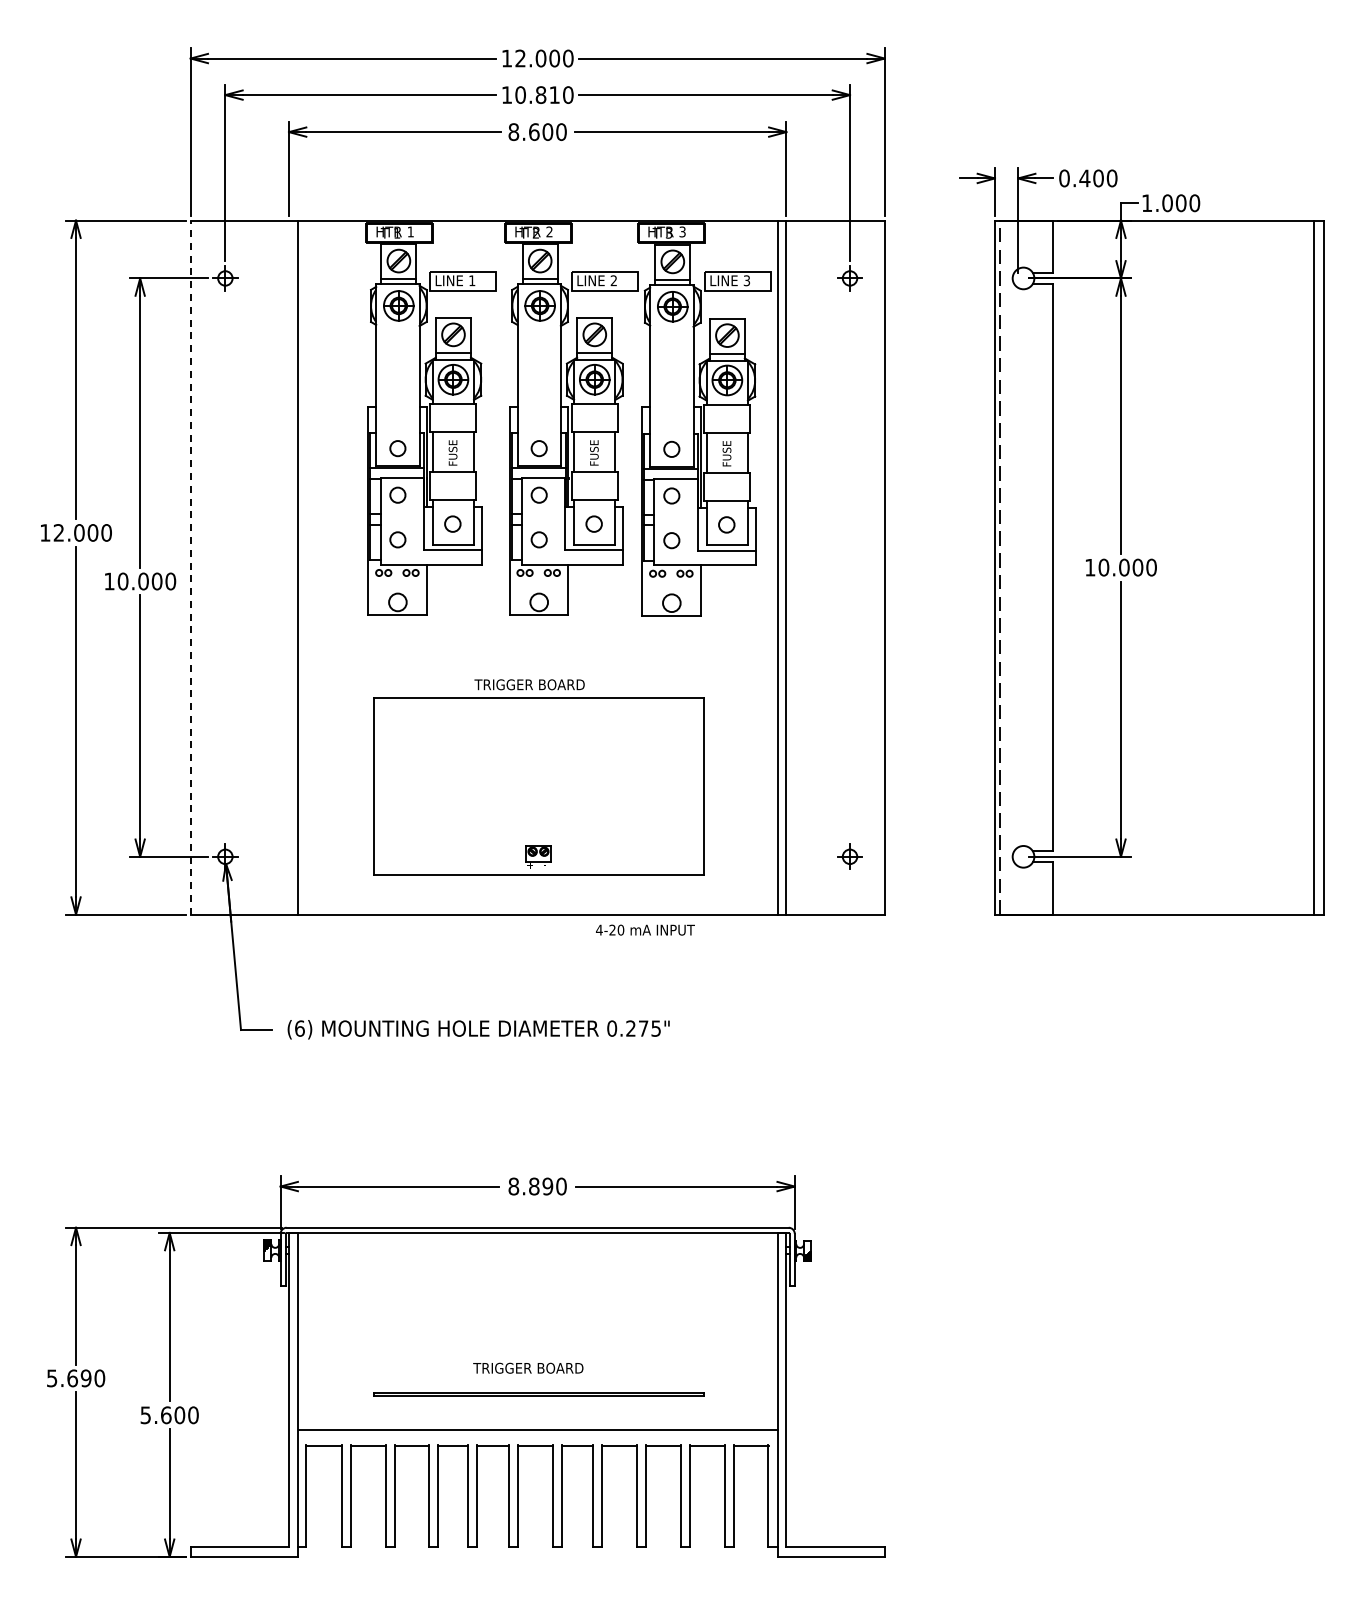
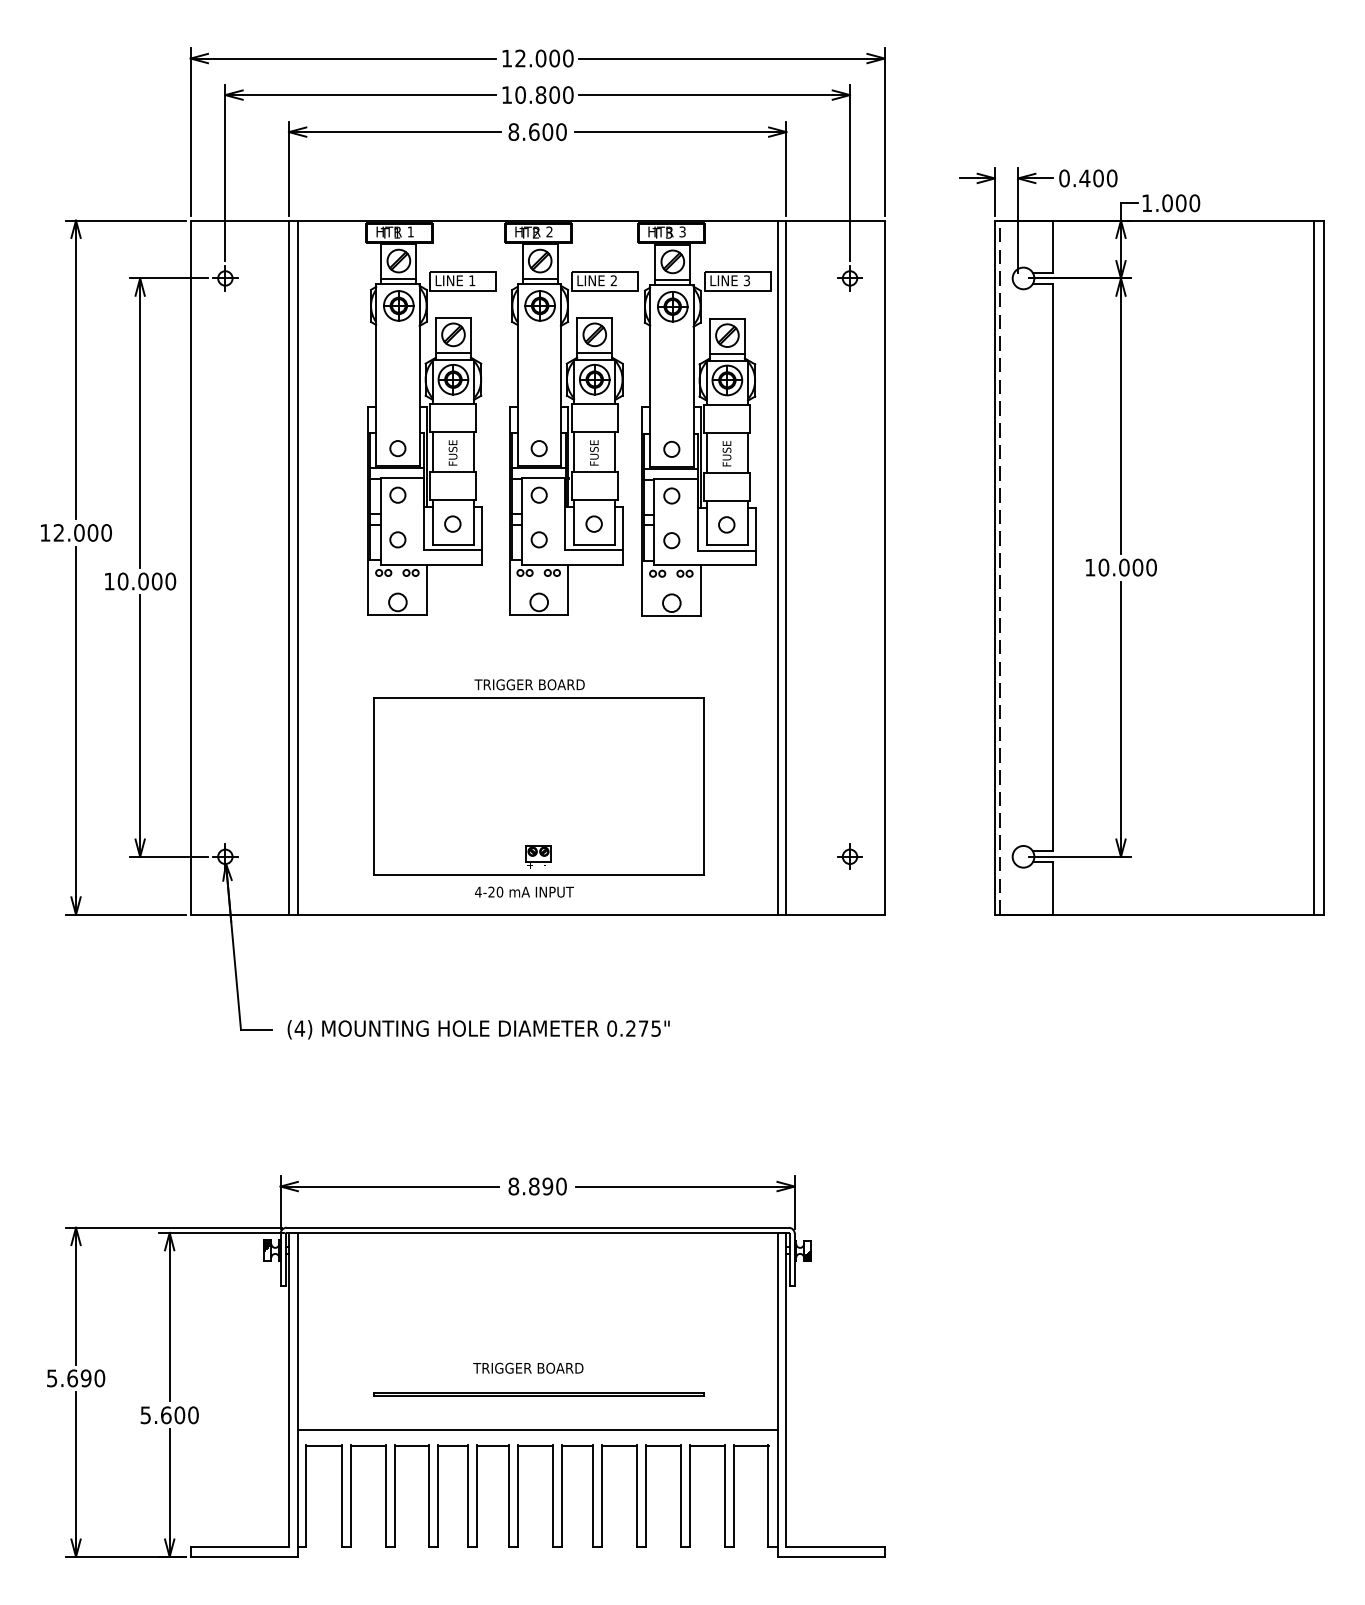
text at (554, 94): 10.810 -> 10.800
line at (190, 567): dashed -> solid
line at (289, 567): none -> present
text at (645, 929) position: (645, 929) -> (524, 891)
text at (299, 1028): (6) -> (4)
